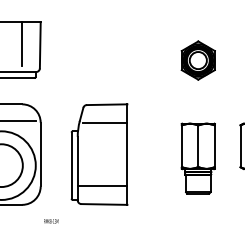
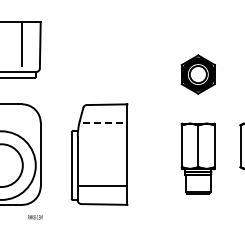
part at (197, 60) position: (197, 60) -> (197, 74)
line at (19, 121): present -> none
line at (105, 122): solid -> dashed
text at (51, 221) position: (51, 221) -> (35, 217)
